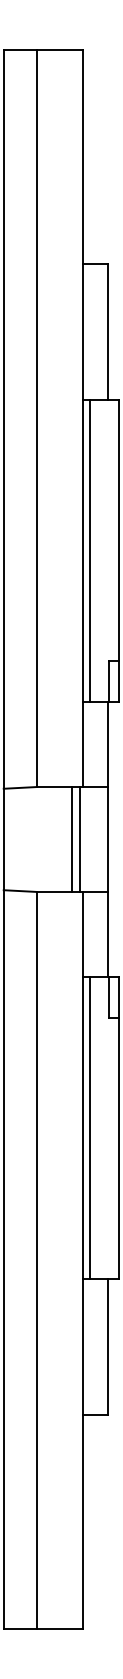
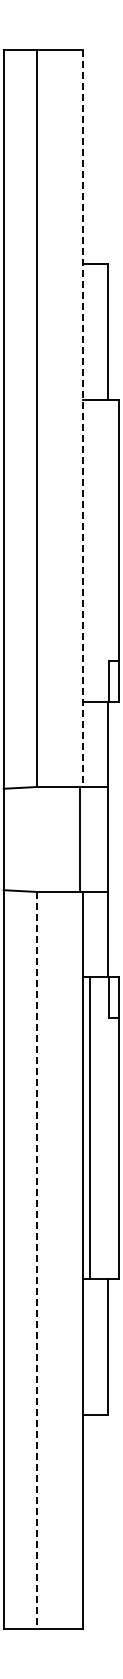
line at (83, 419): solid -> dashed
line at (90, 551): present -> none
line at (72, 839): present -> none
line at (36, 1260): solid -> dashed
